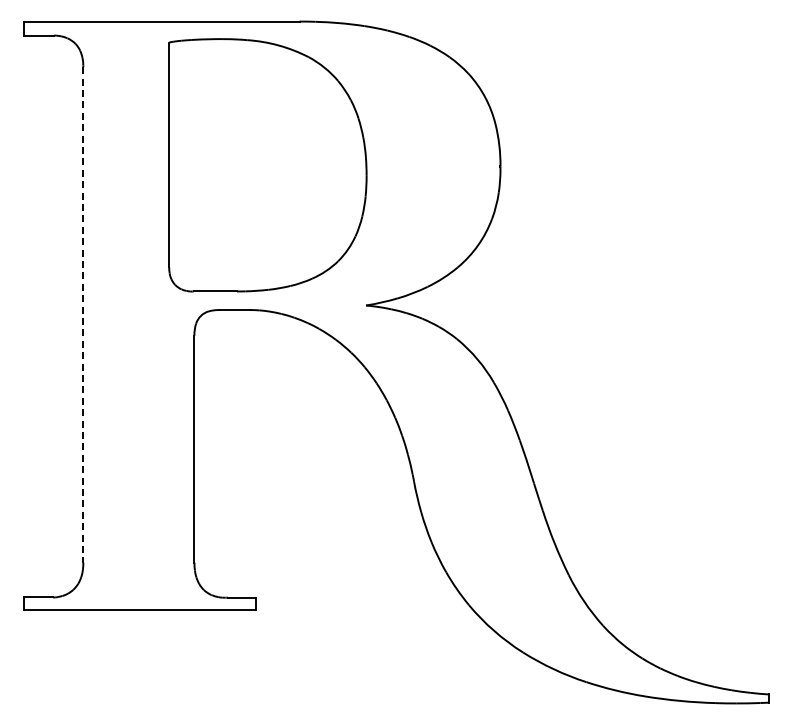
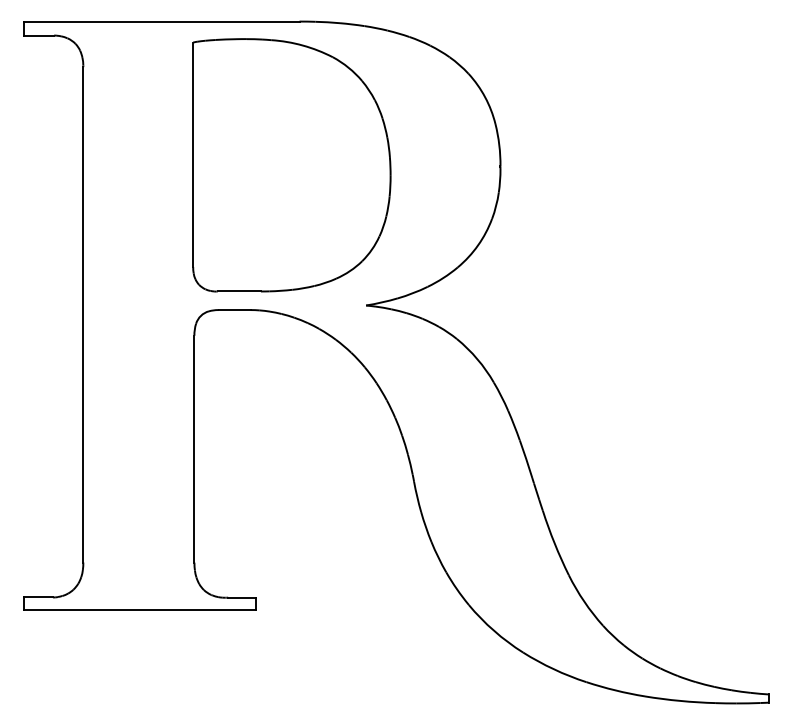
part at (267, 165) position: (267, 165) -> (291, 165)
line at (83, 314): dashed -> solid
